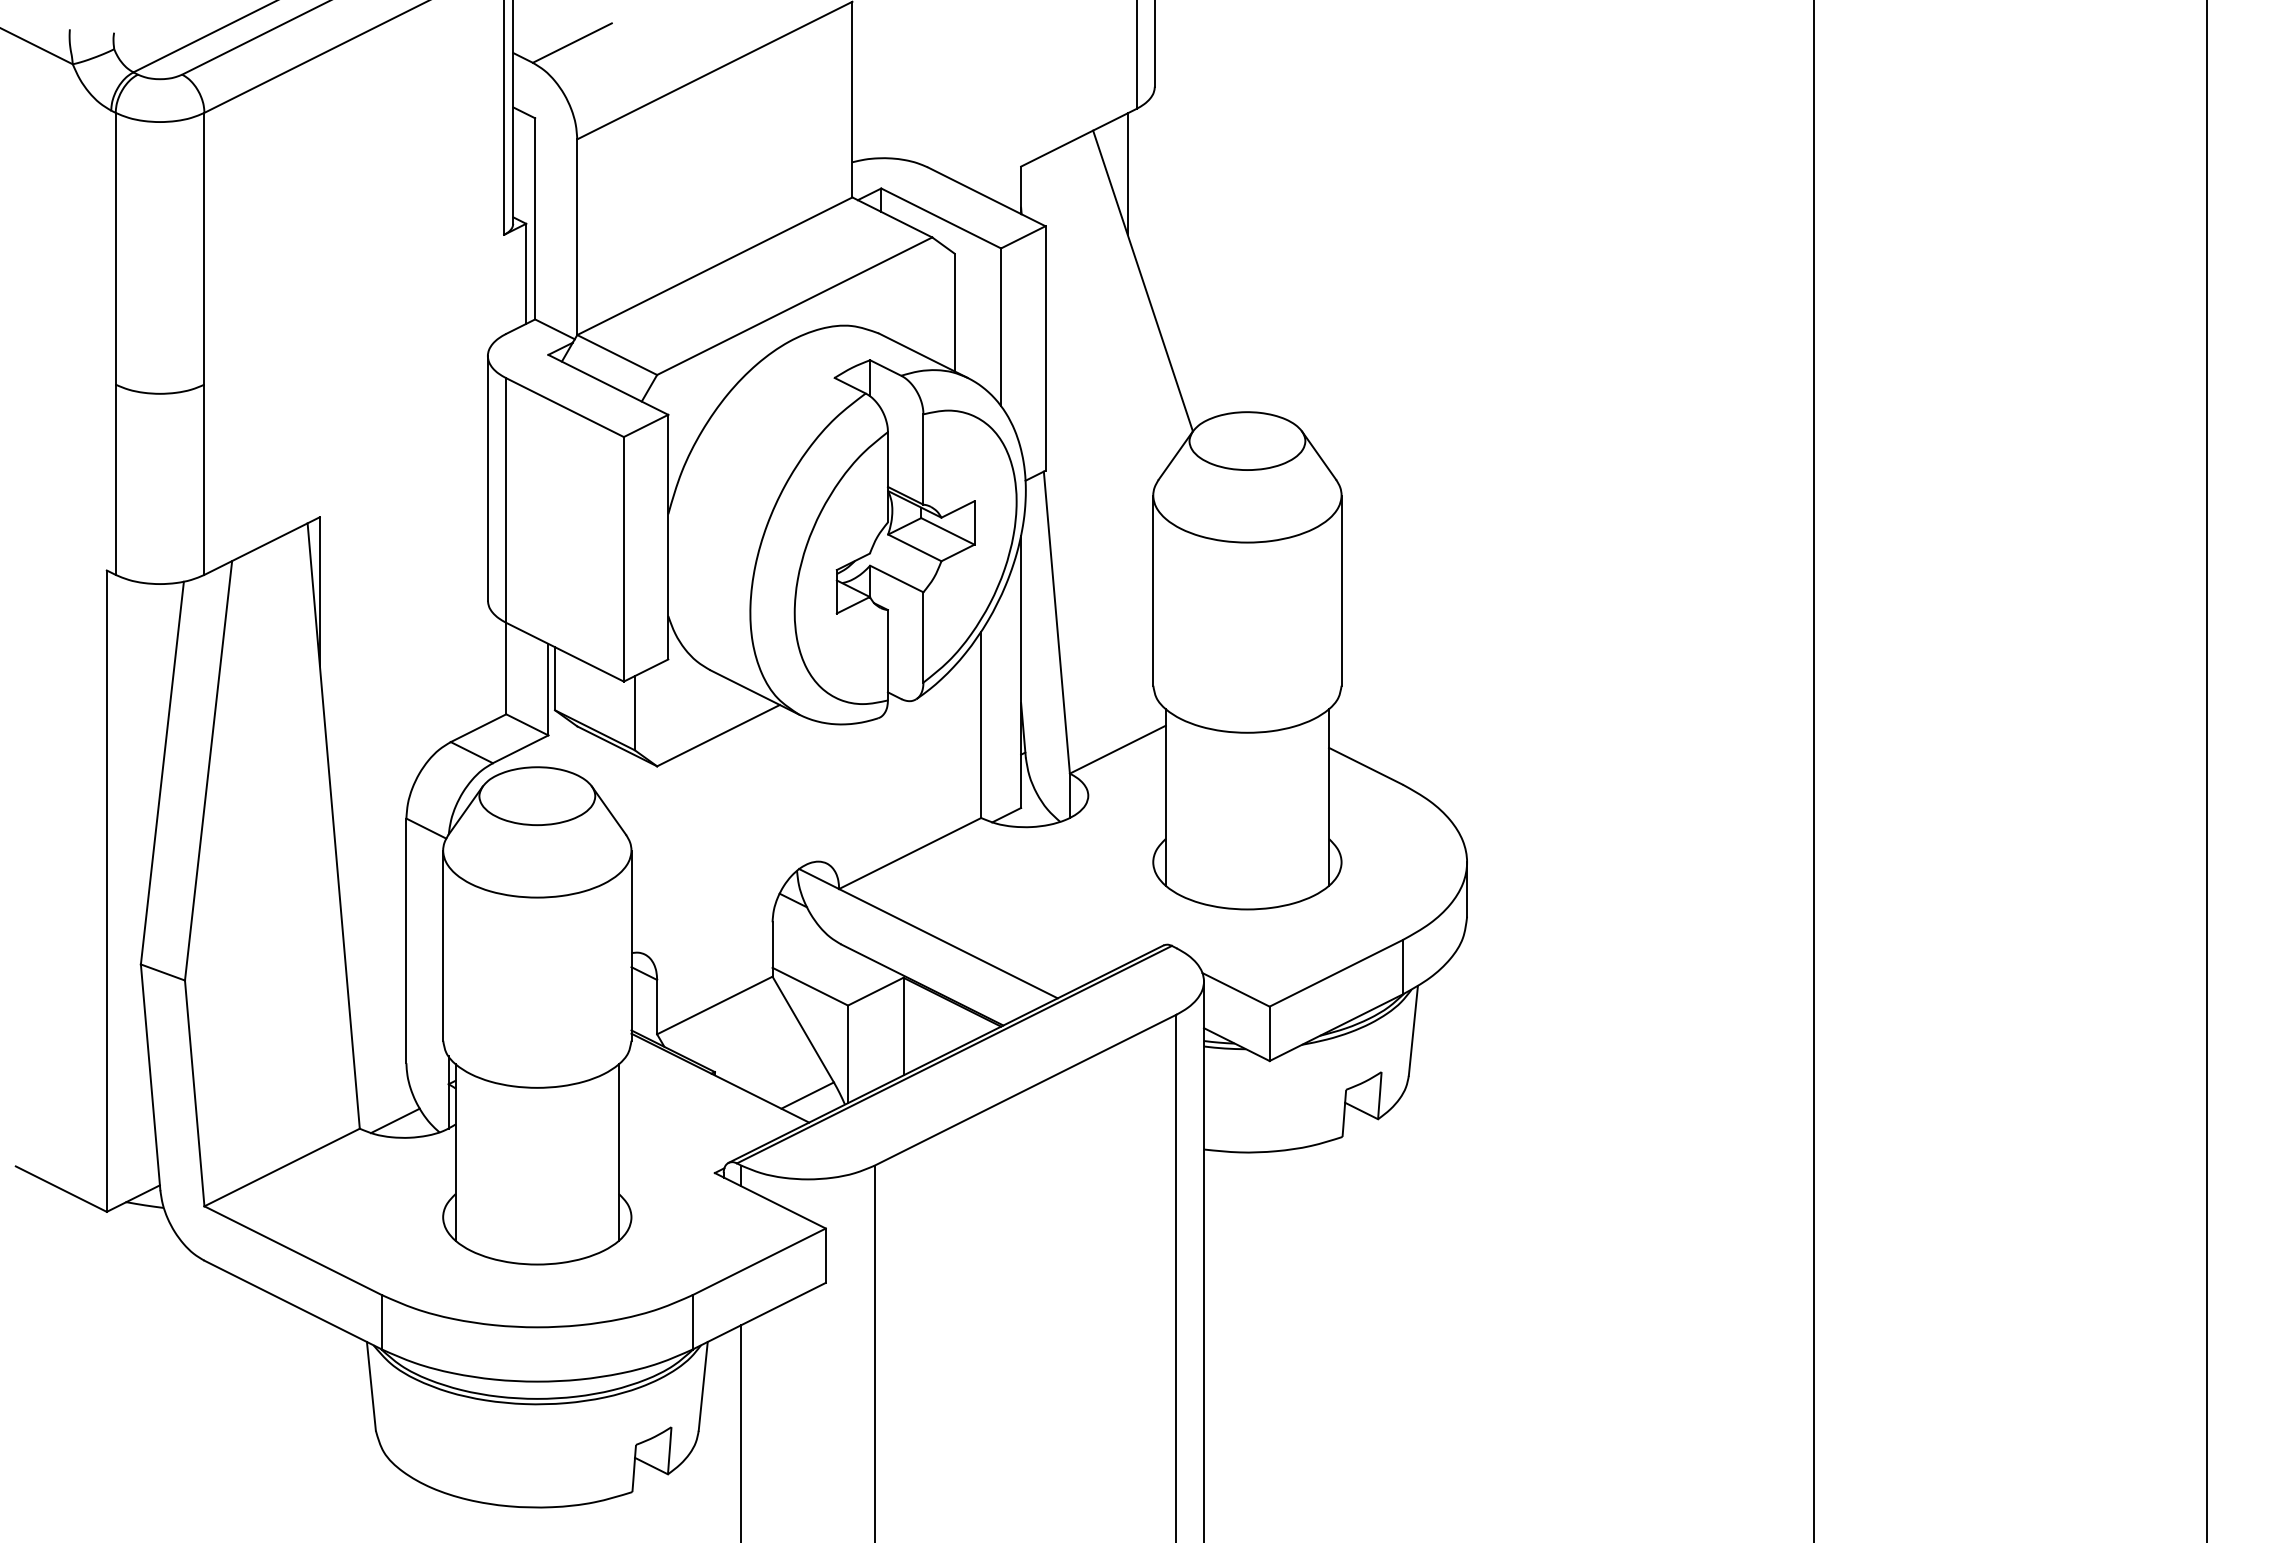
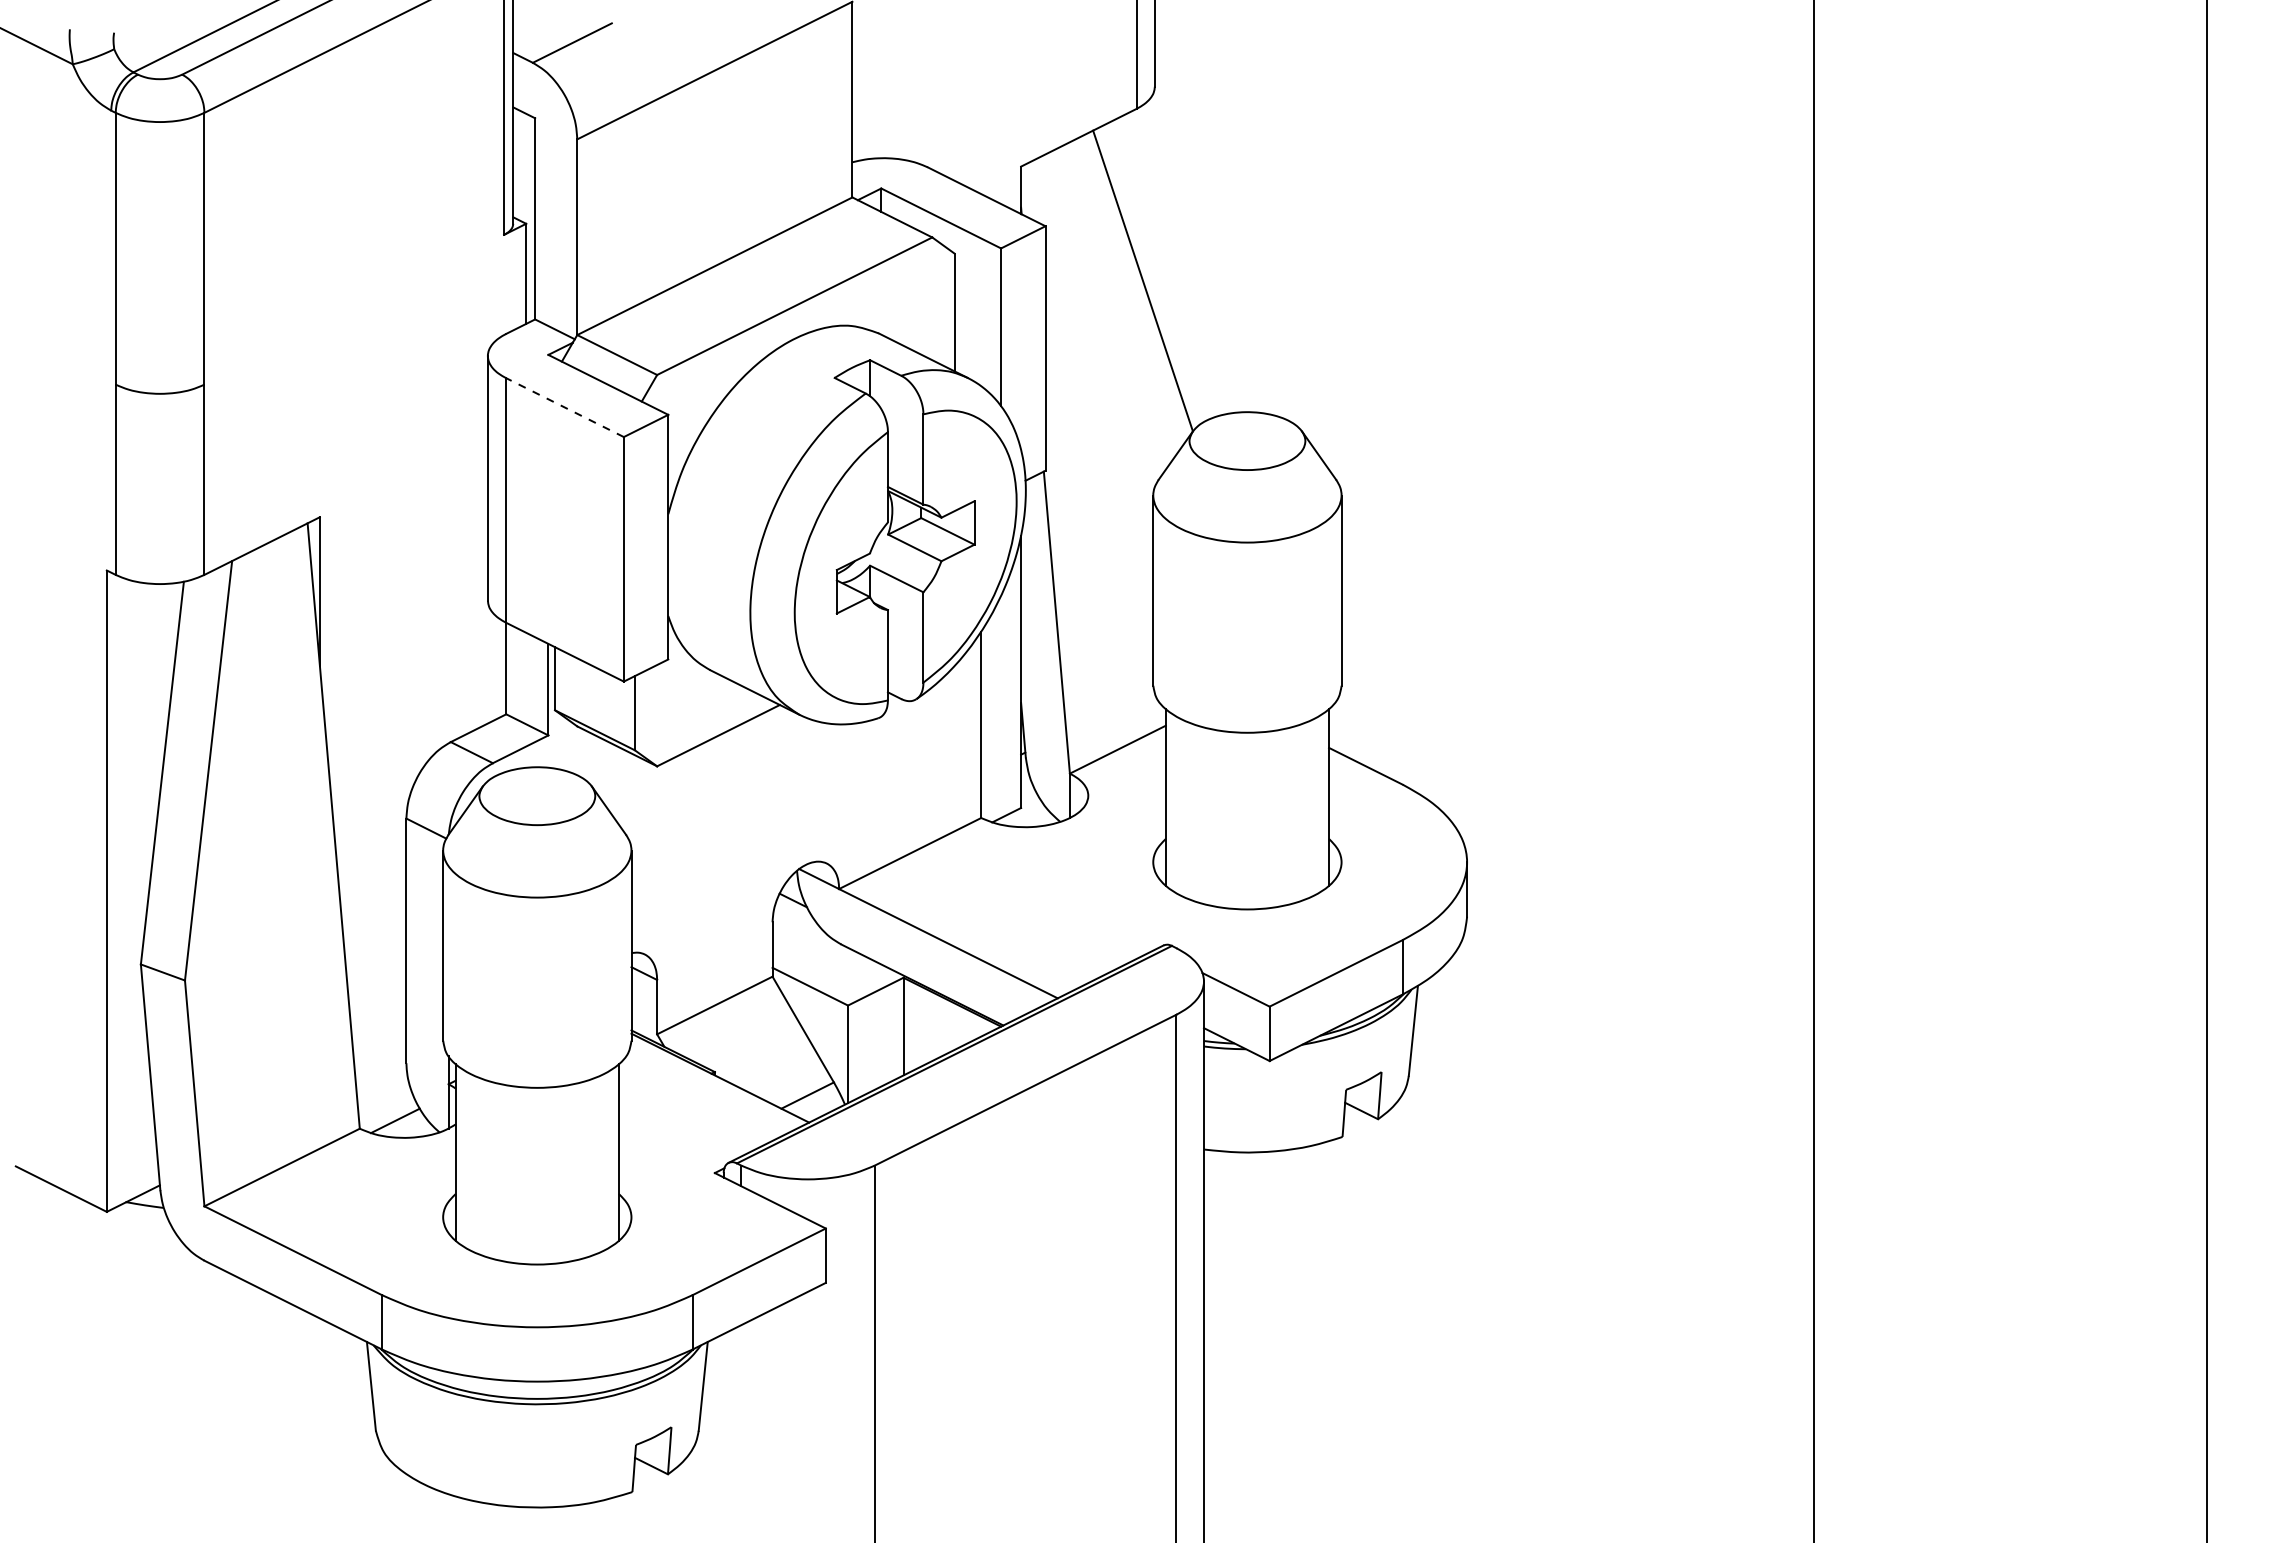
line at (1127, 173): present -> none
line at (565, 407): solid -> dashed
line at (741, 1432): present -> none
